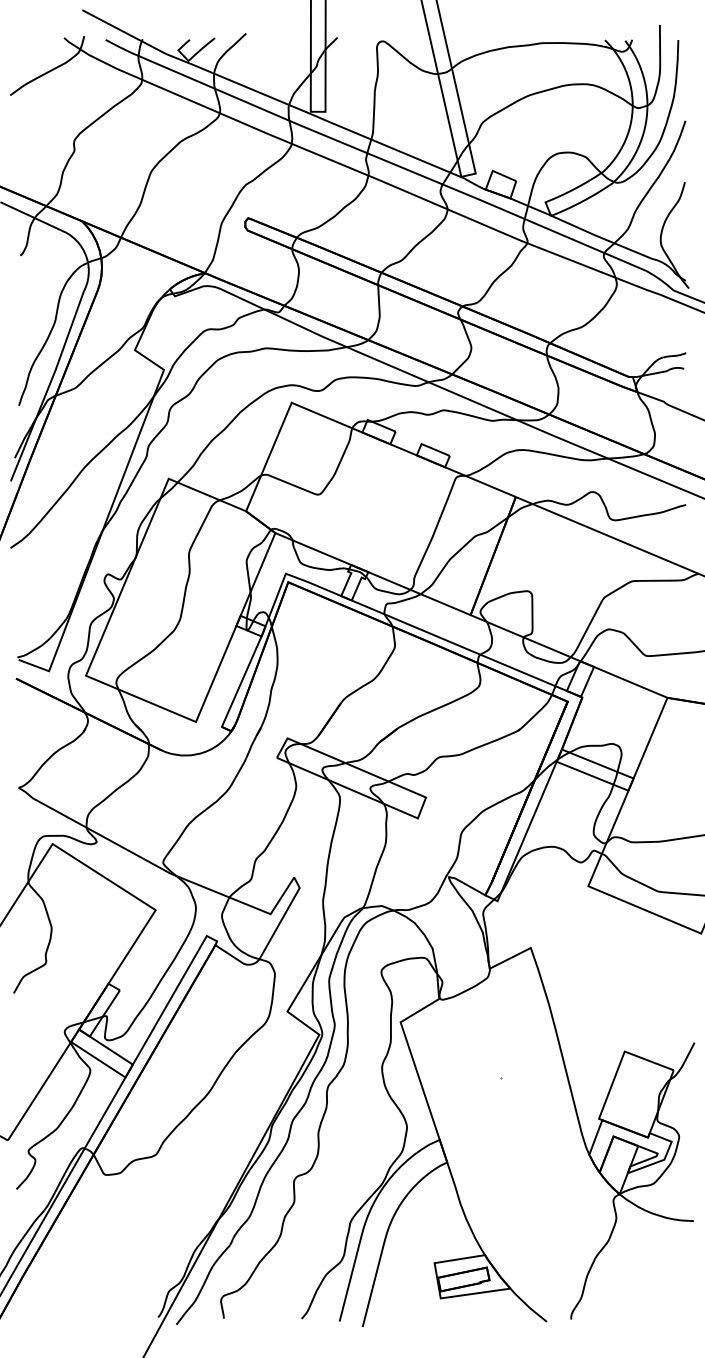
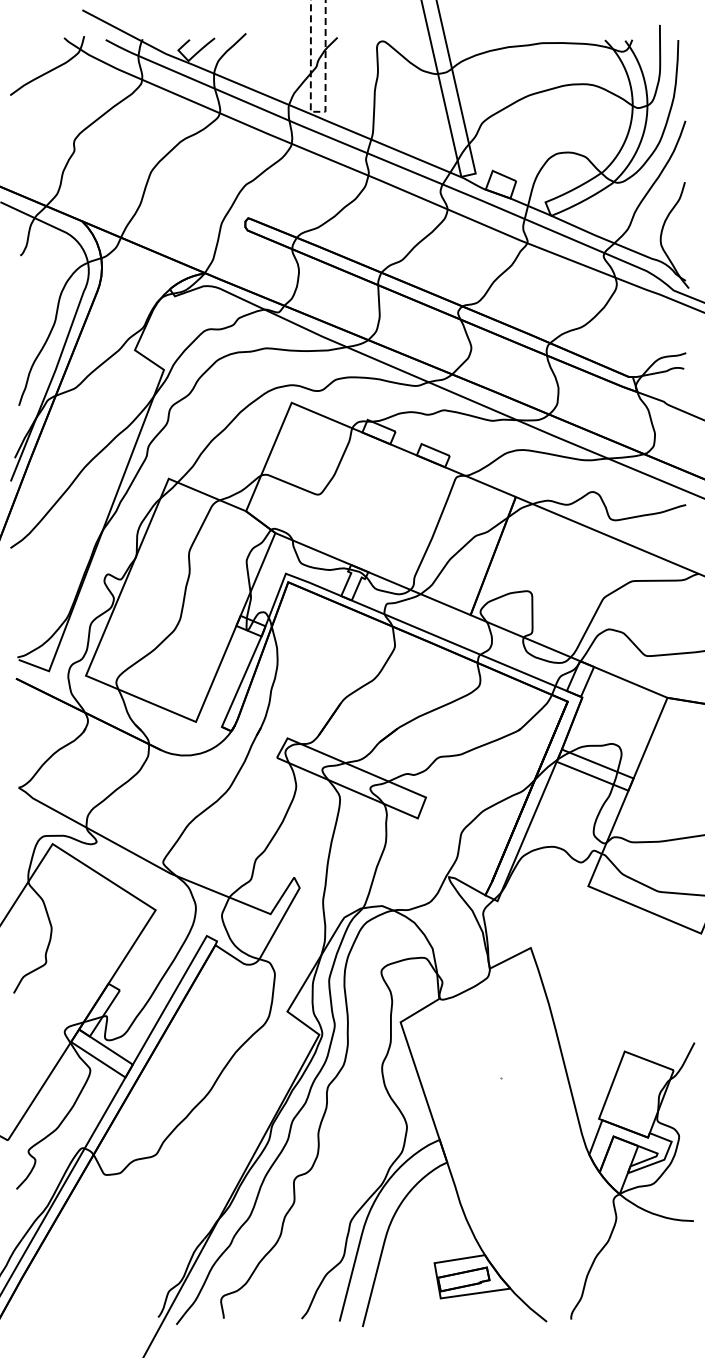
line at (317, 111): solid -> dashed
